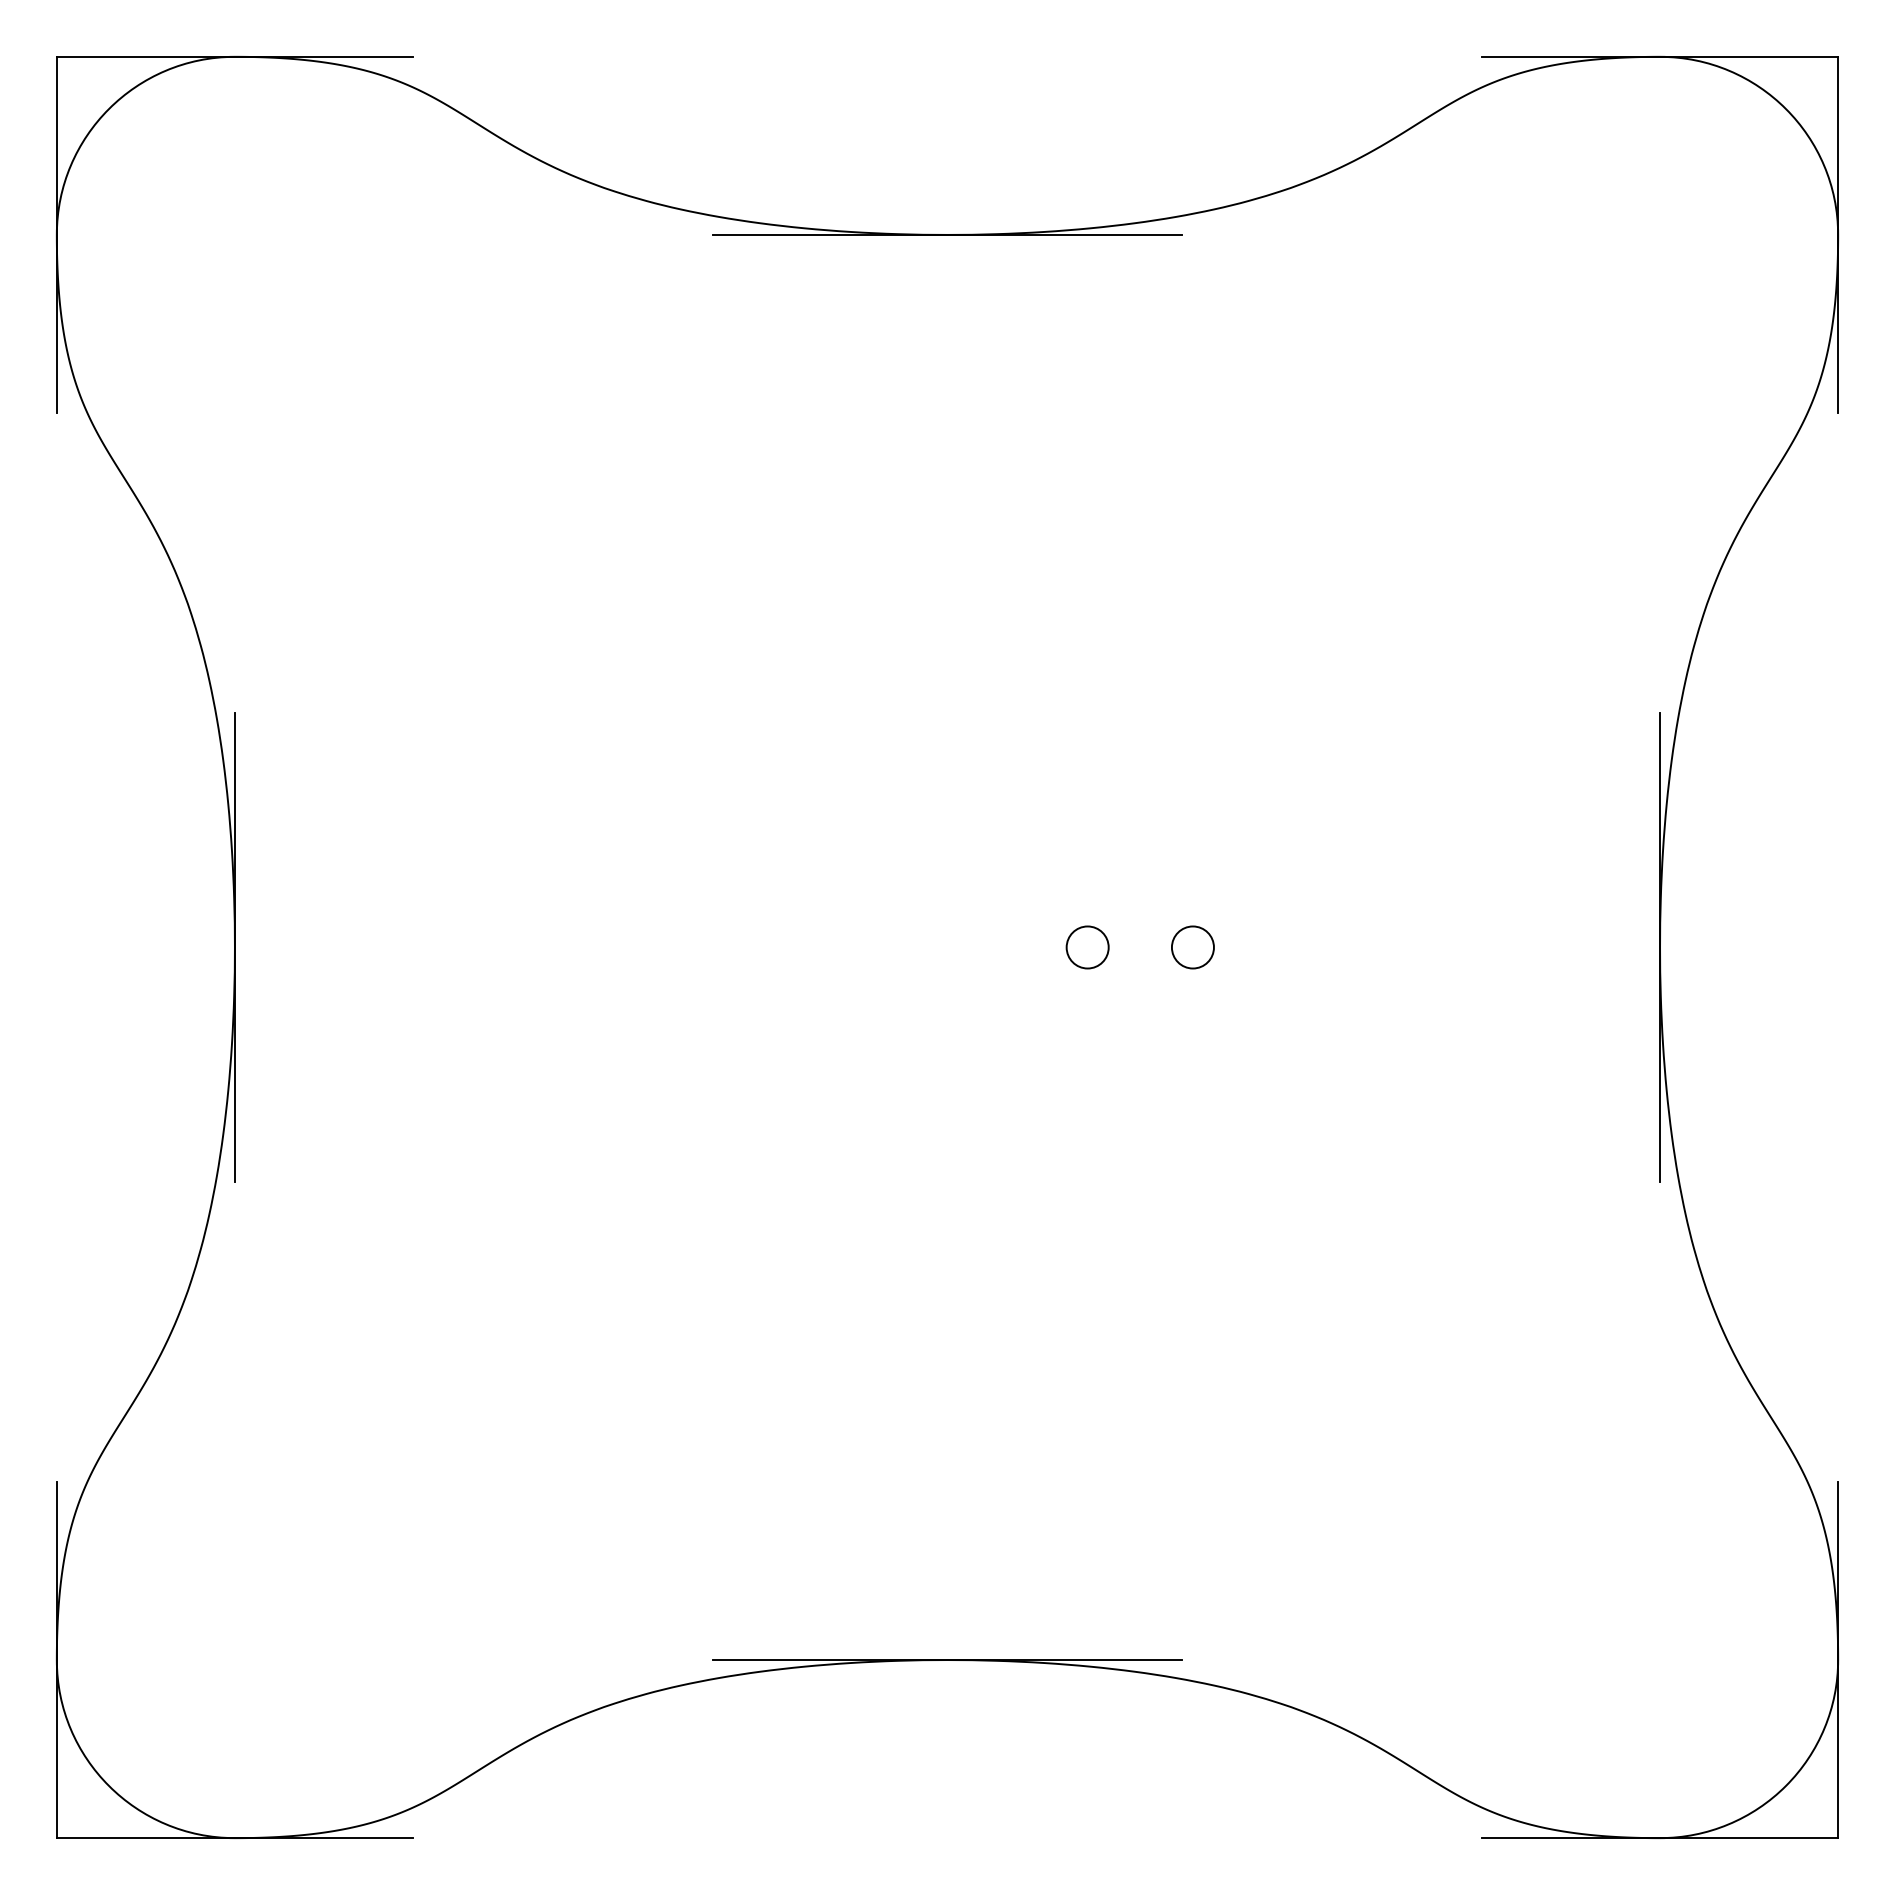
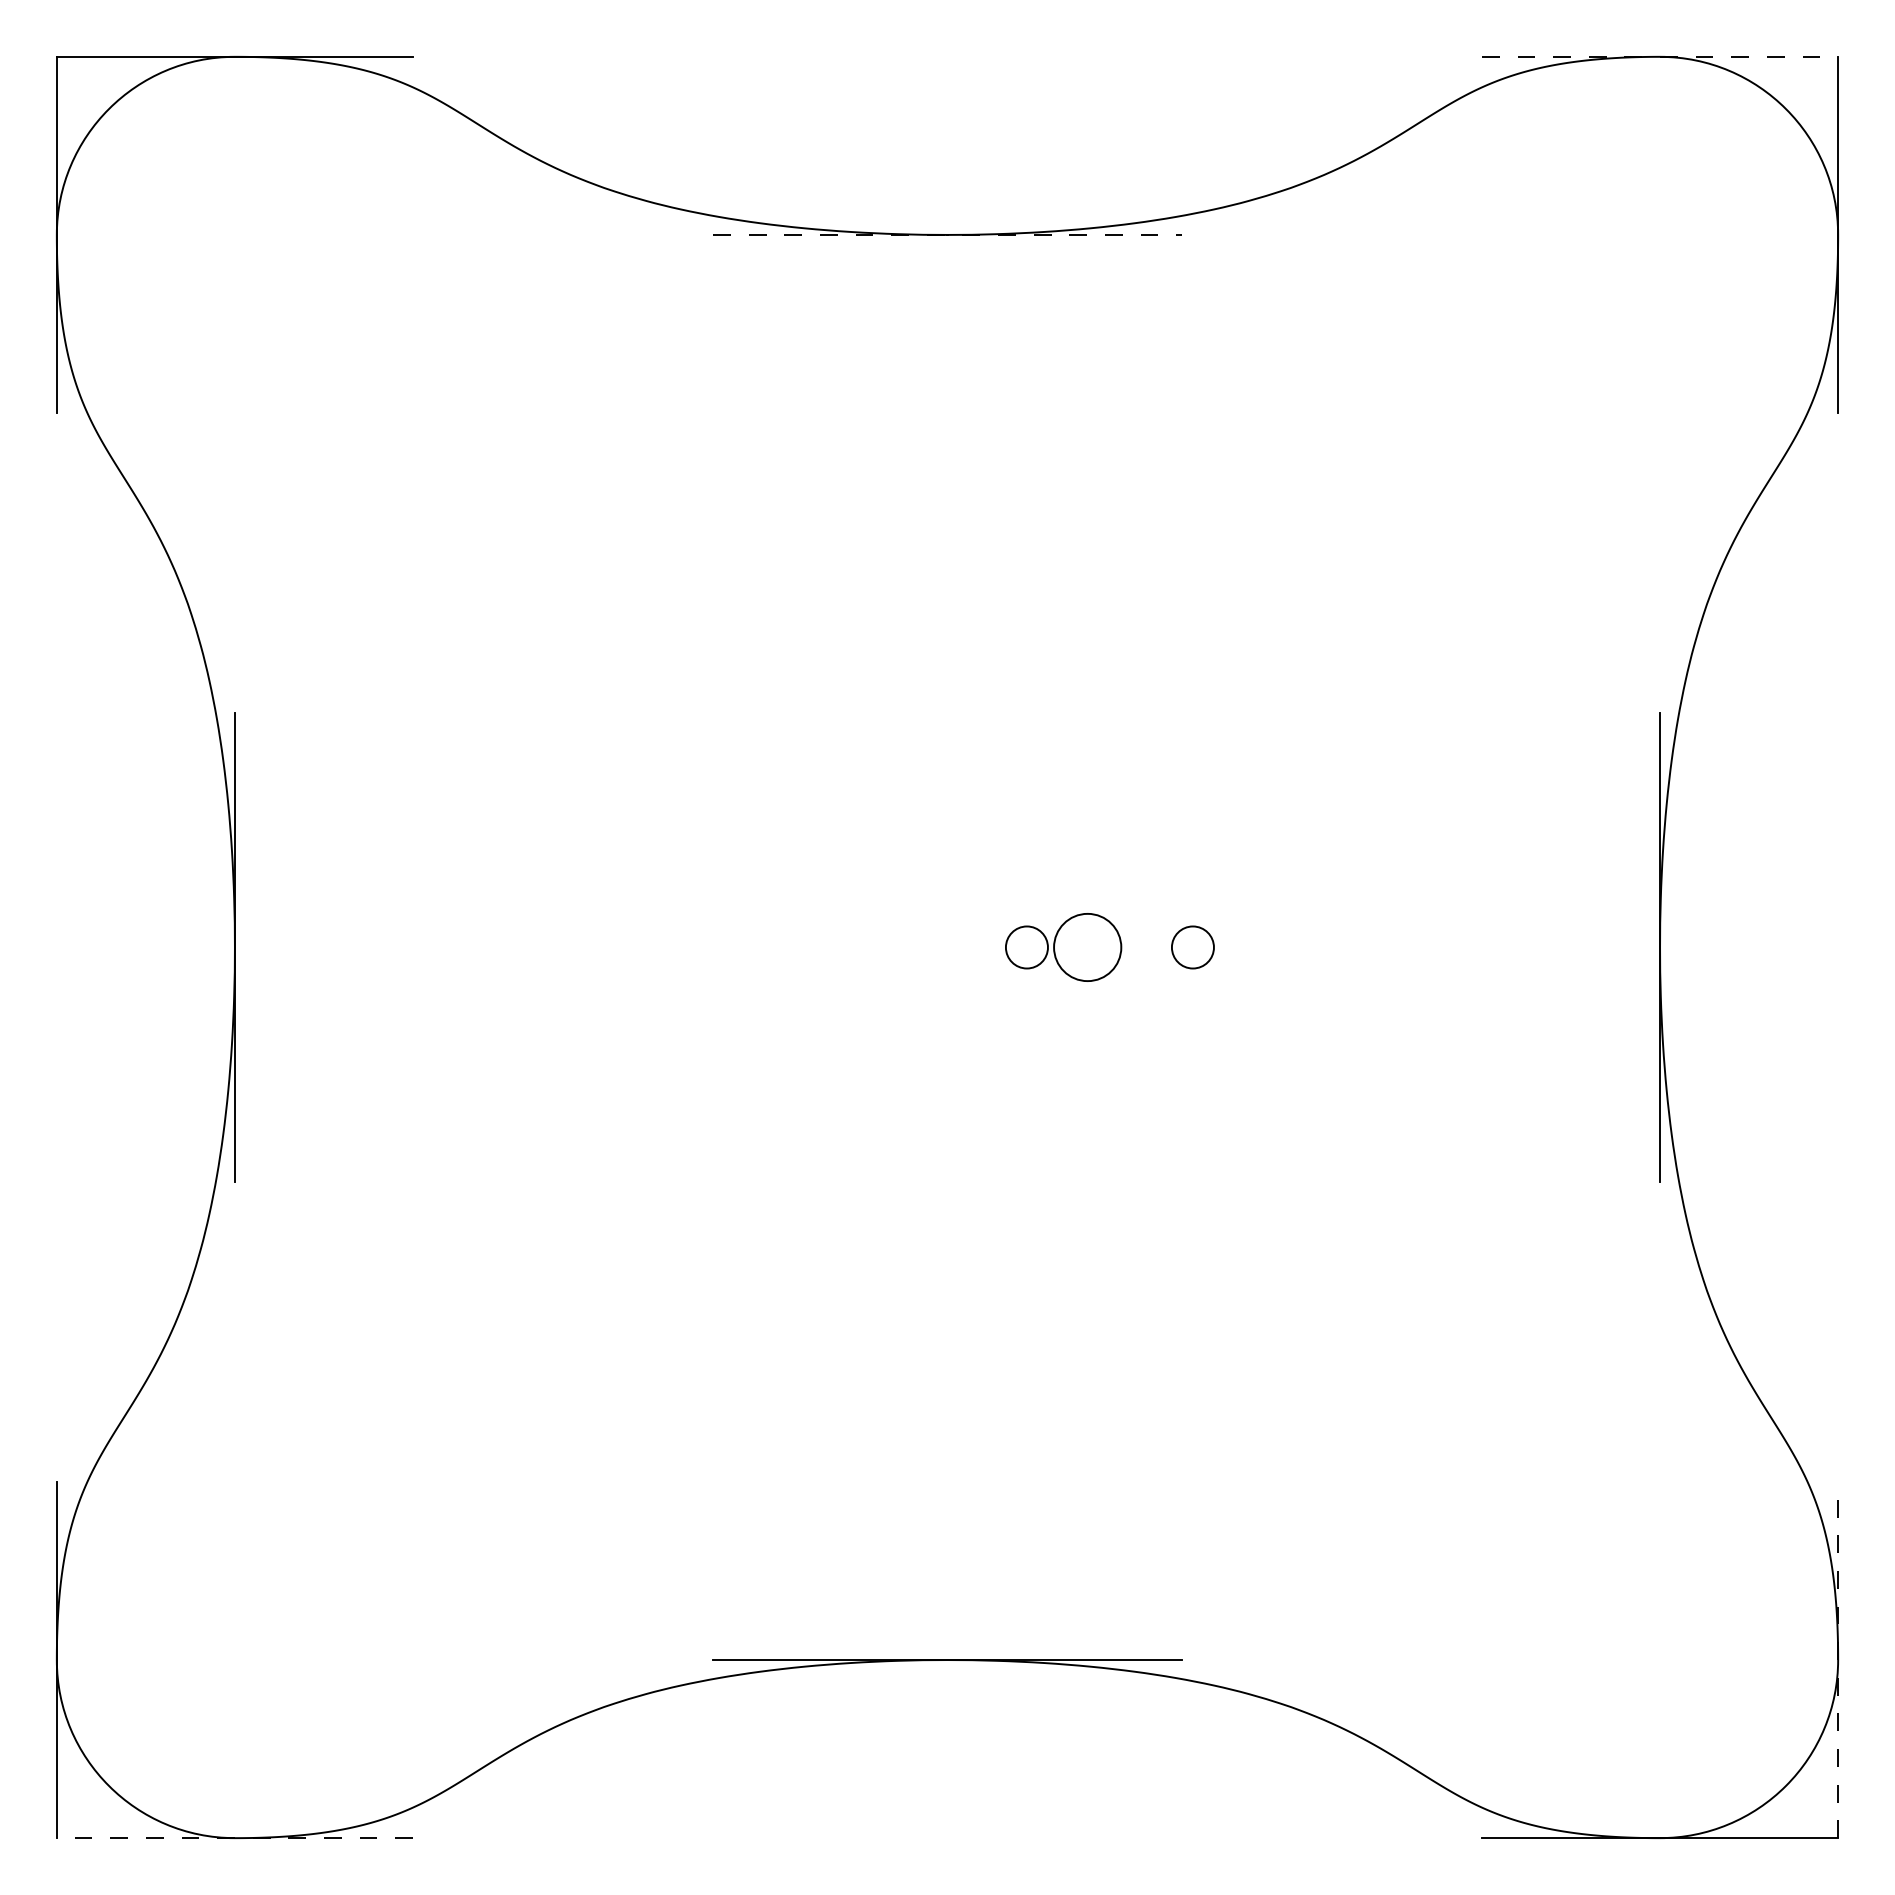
line at (1660, 56): solid -> dashed
line at (947, 234): solid -> dashed
circle at (1026, 947): none -> present
circle at (1087, 947) diameter: 42 px -> 67 px
line at (1838, 1659): solid -> dashed
line at (234, 1838): solid -> dashed
